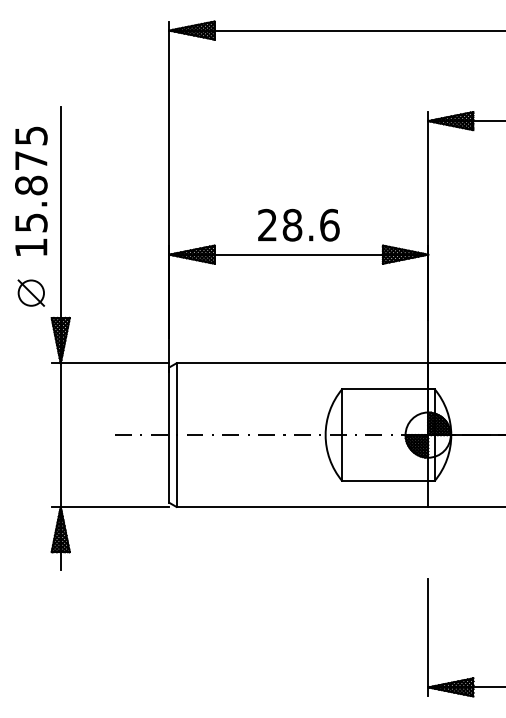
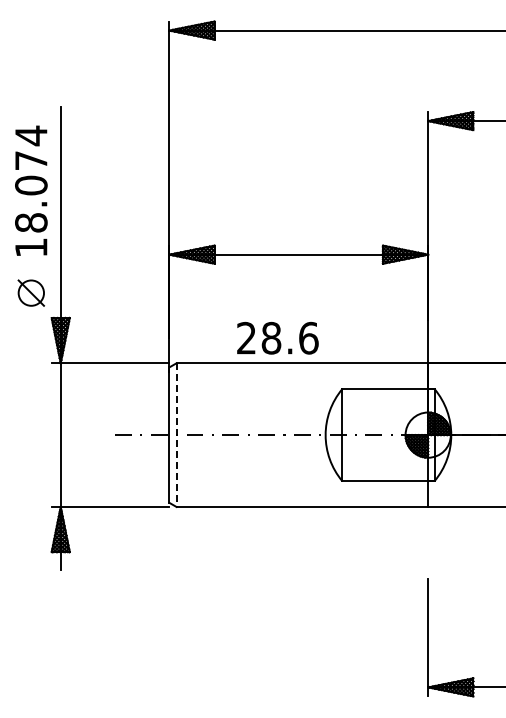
text at (31, 178): 15.875 -> 18.074
text at (298, 224) position: (298, 224) -> (277, 337)
line at (176, 435): solid -> dashed
